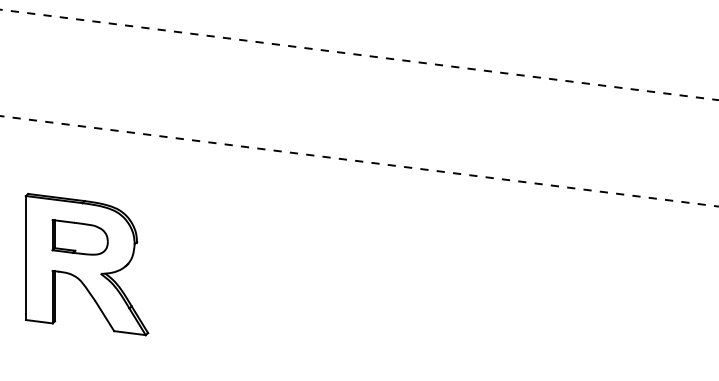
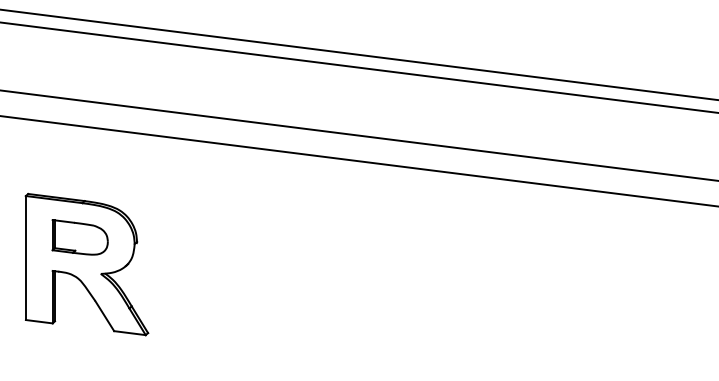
line at (358, 54): dashed -> solid
line at (358, 67): none -> present
line at (358, 135): none -> present
line at (359, 161): dashed -> solid
